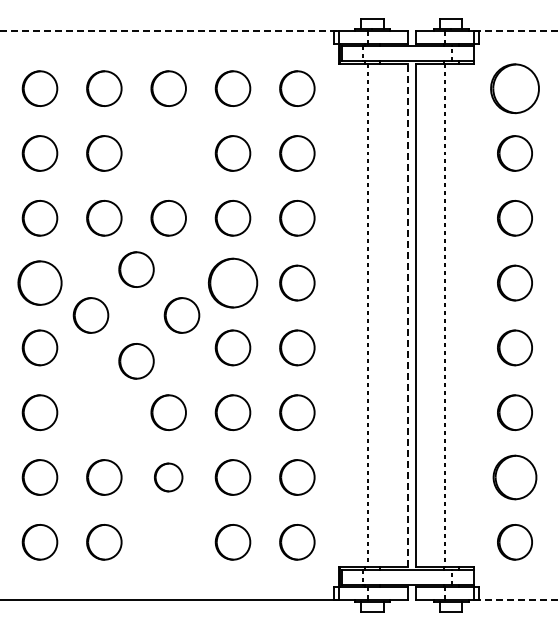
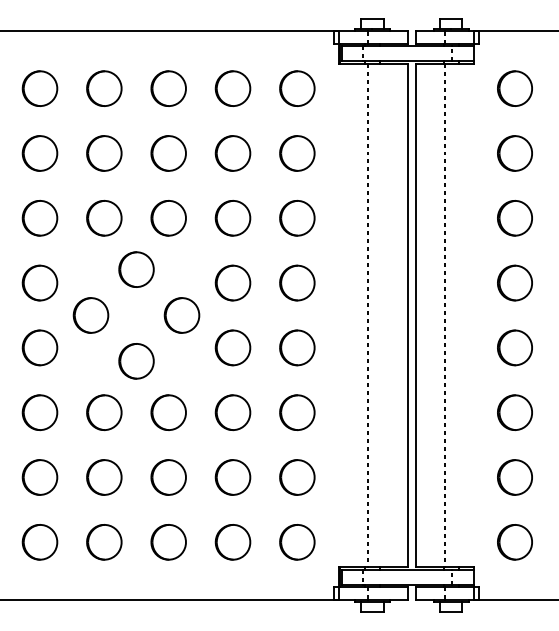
line at (170, 31): dashed -> solid
line at (516, 31): dashed -> solid
part at (514, 88) size: 50x52 px -> 36x37 px
part at (168, 153): none -> present
part at (39, 282) size: 46x46 px -> 38x38 px
part at (233, 282) size: 51x52 px -> 38x38 px
line at (408, 315): dashed -> solid
part at (104, 412): none -> present
part at (168, 477) size: 30x31 px -> 37x37 px
part at (514, 477) size: 46x47 px -> 36x37 px
part at (168, 542): none -> present
line at (516, 599): dashed -> solid
